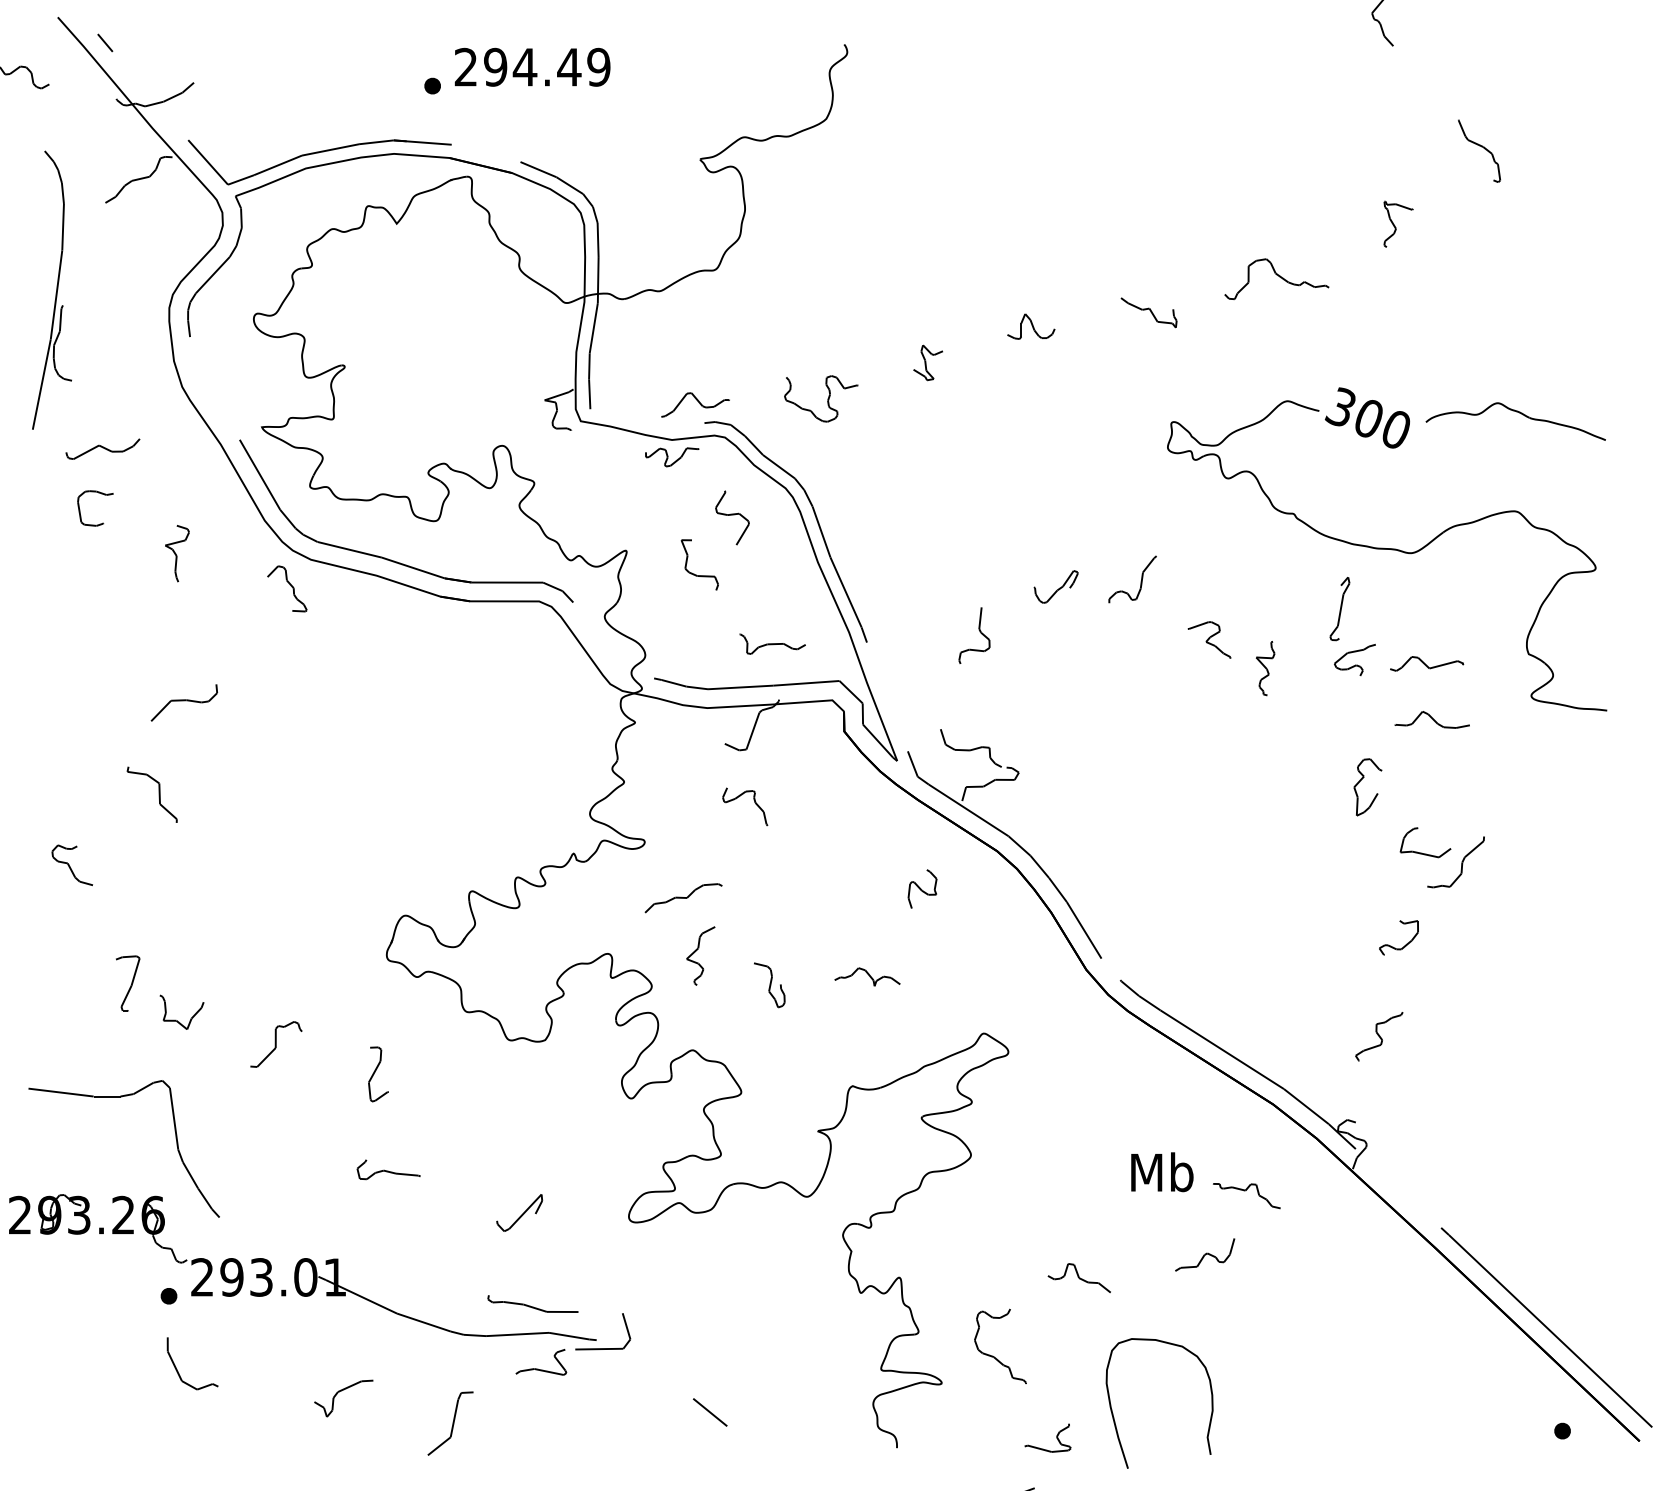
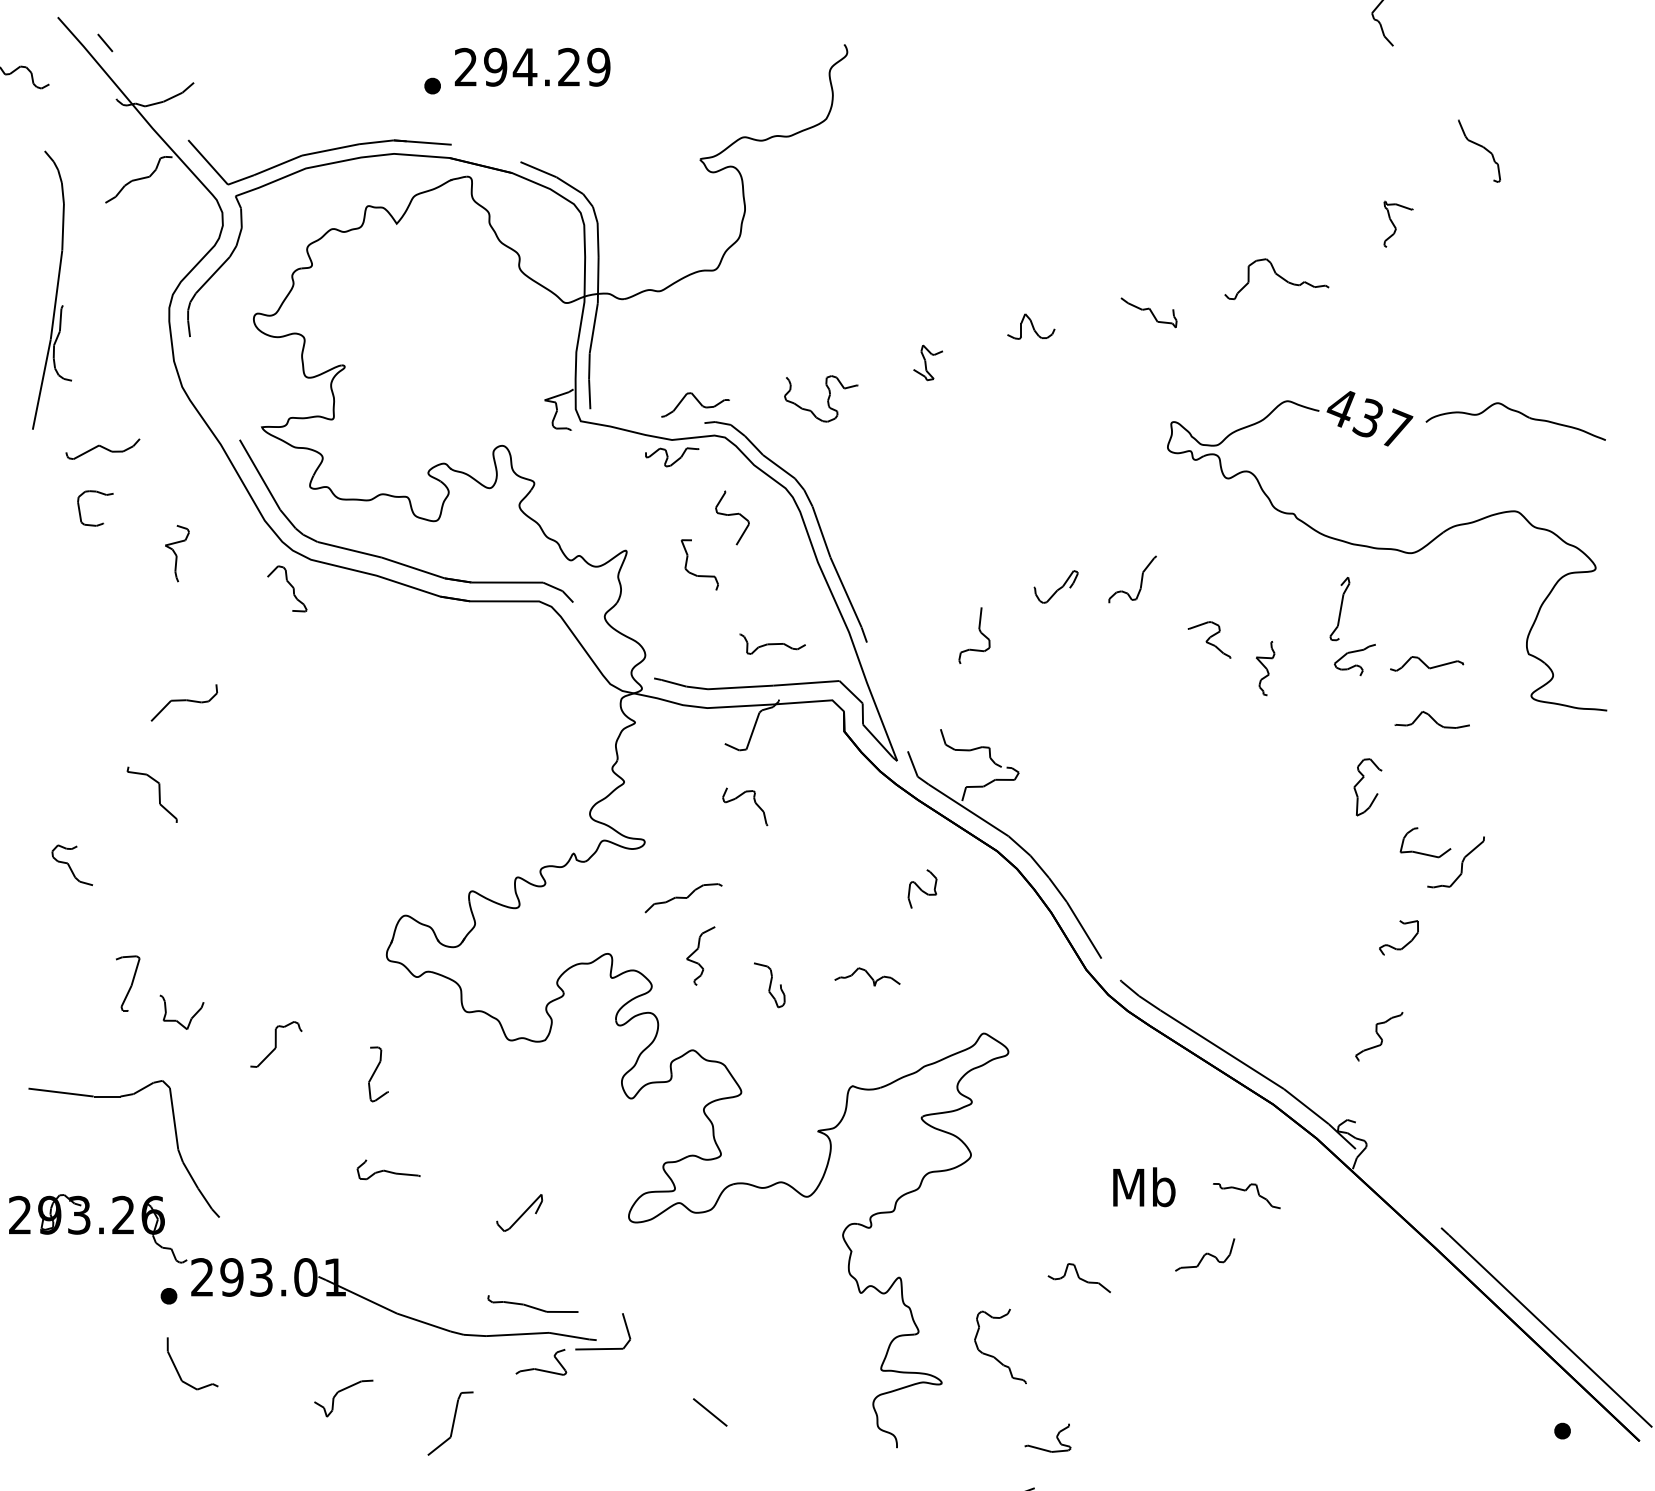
text at (569, 66): 294.49 -> 294.29
text at (1368, 417): 300 -> 437
text at (1162, 1172) position: (1162, 1172) -> (1144, 1187)
curve at (1113, 1413): present -> none
